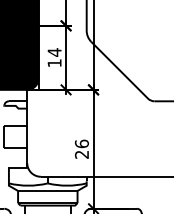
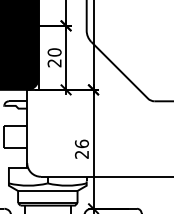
text at (54, 57): 14 -> 20
